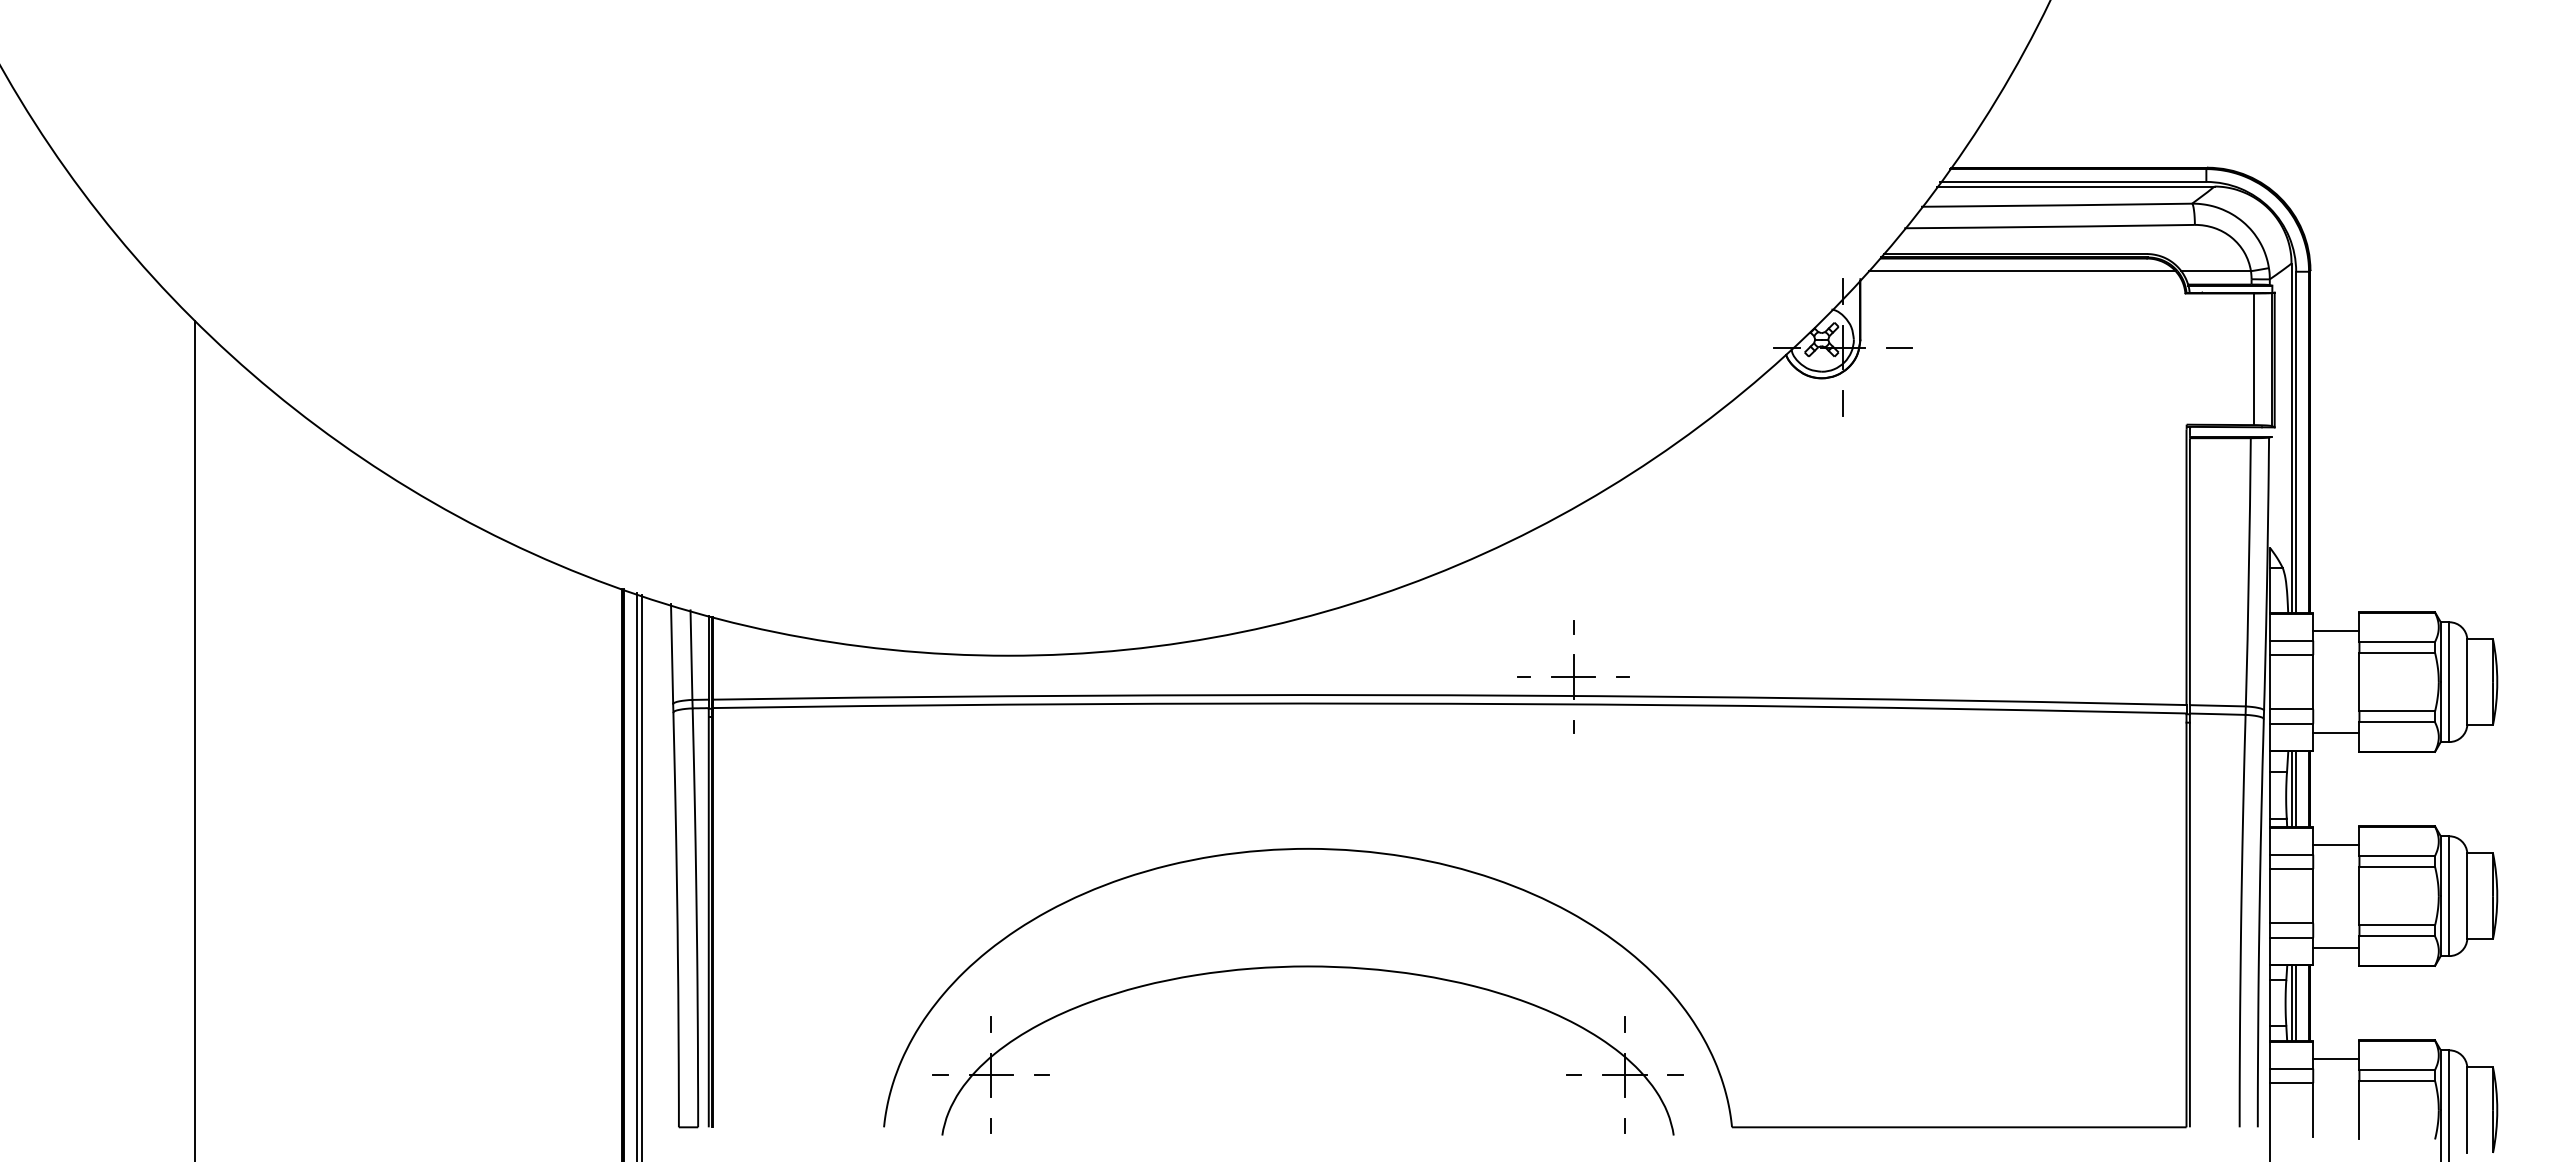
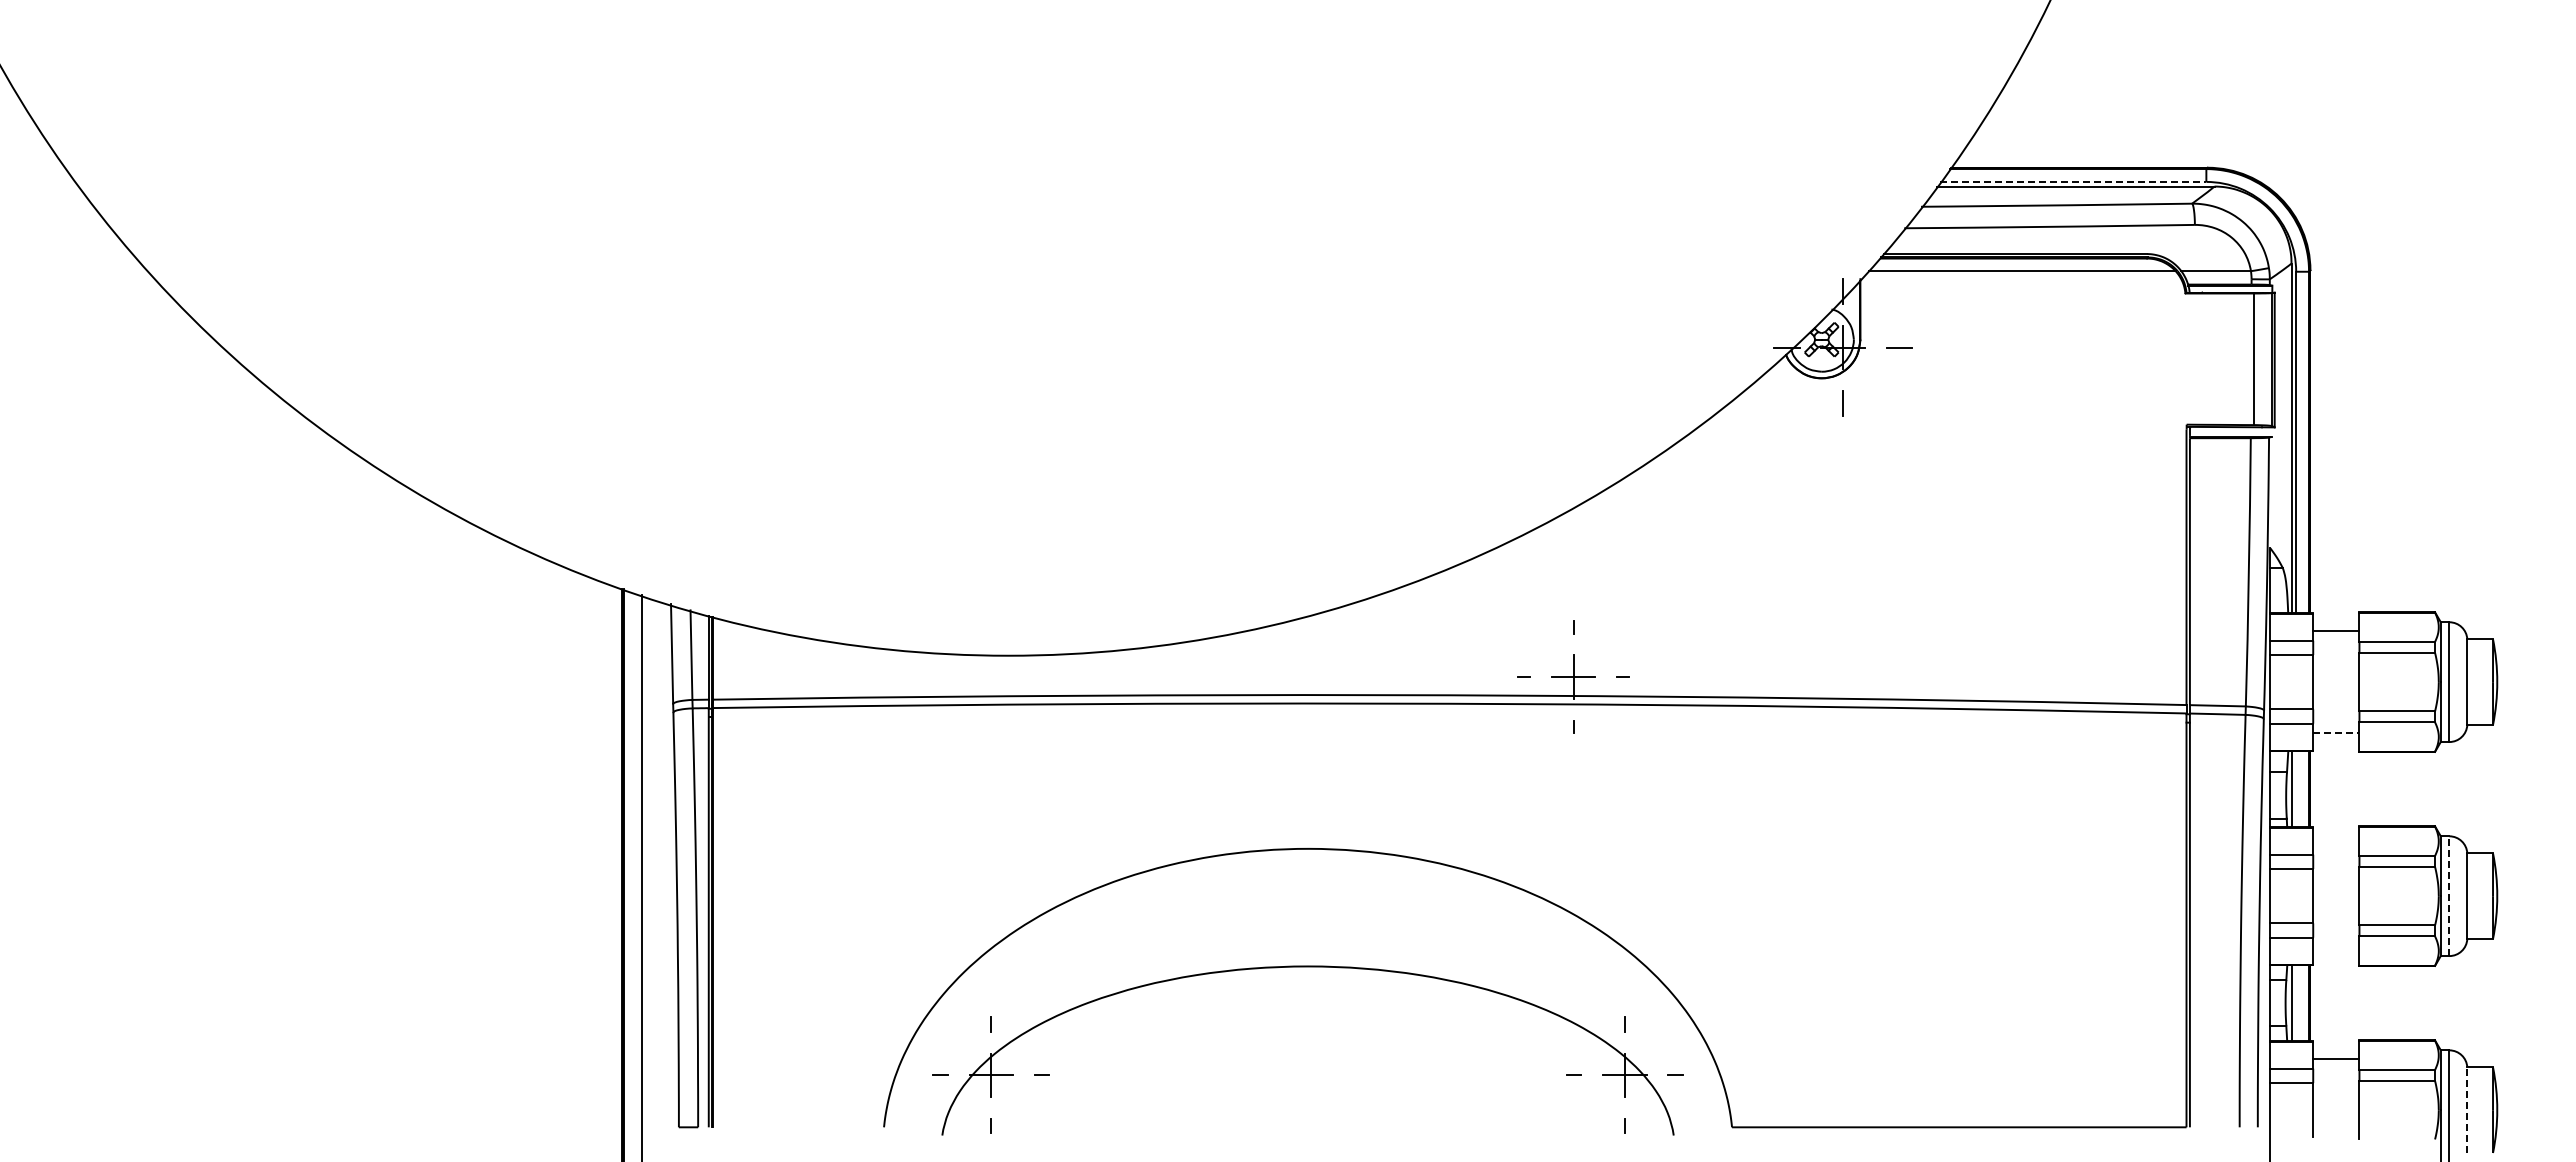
line at (2073, 181): solid -> dashed
line at (2336, 733): solid -> dashed
line at (195, 739): present -> none
line at (2296, 789): present -> none
line at (2336, 844): present -> none
line at (637, 875): present -> none
line at (2449, 896): solid -> dashed
line at (2336, 947): present -> none
line at (2296, 1003): present -> none
line at (2467, 1110): solid -> dashed
